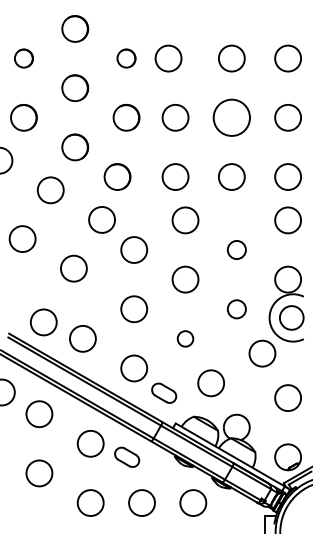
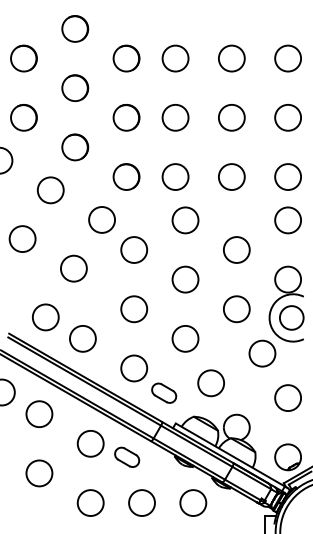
part at (23, 58) size: 20x21 px -> 28x29 px
part at (126, 58) size: 21x21 px -> 29x29 px
circle at (168, 58) position: (168, 58) -> (175, 58)
circle at (231, 117) diameter: 36 px -> 26 px
part at (117, 176) position: (117, 176) -> (126, 176)
circle at (236, 249) size: 20x20 px -> 28x28 px
circle at (236, 309) size: 21x21 px -> 28x29 px
circle at (43, 322) position: (43, 322) -> (45, 317)
circle at (185, 338) size: 19x18 px -> 29x28 px
